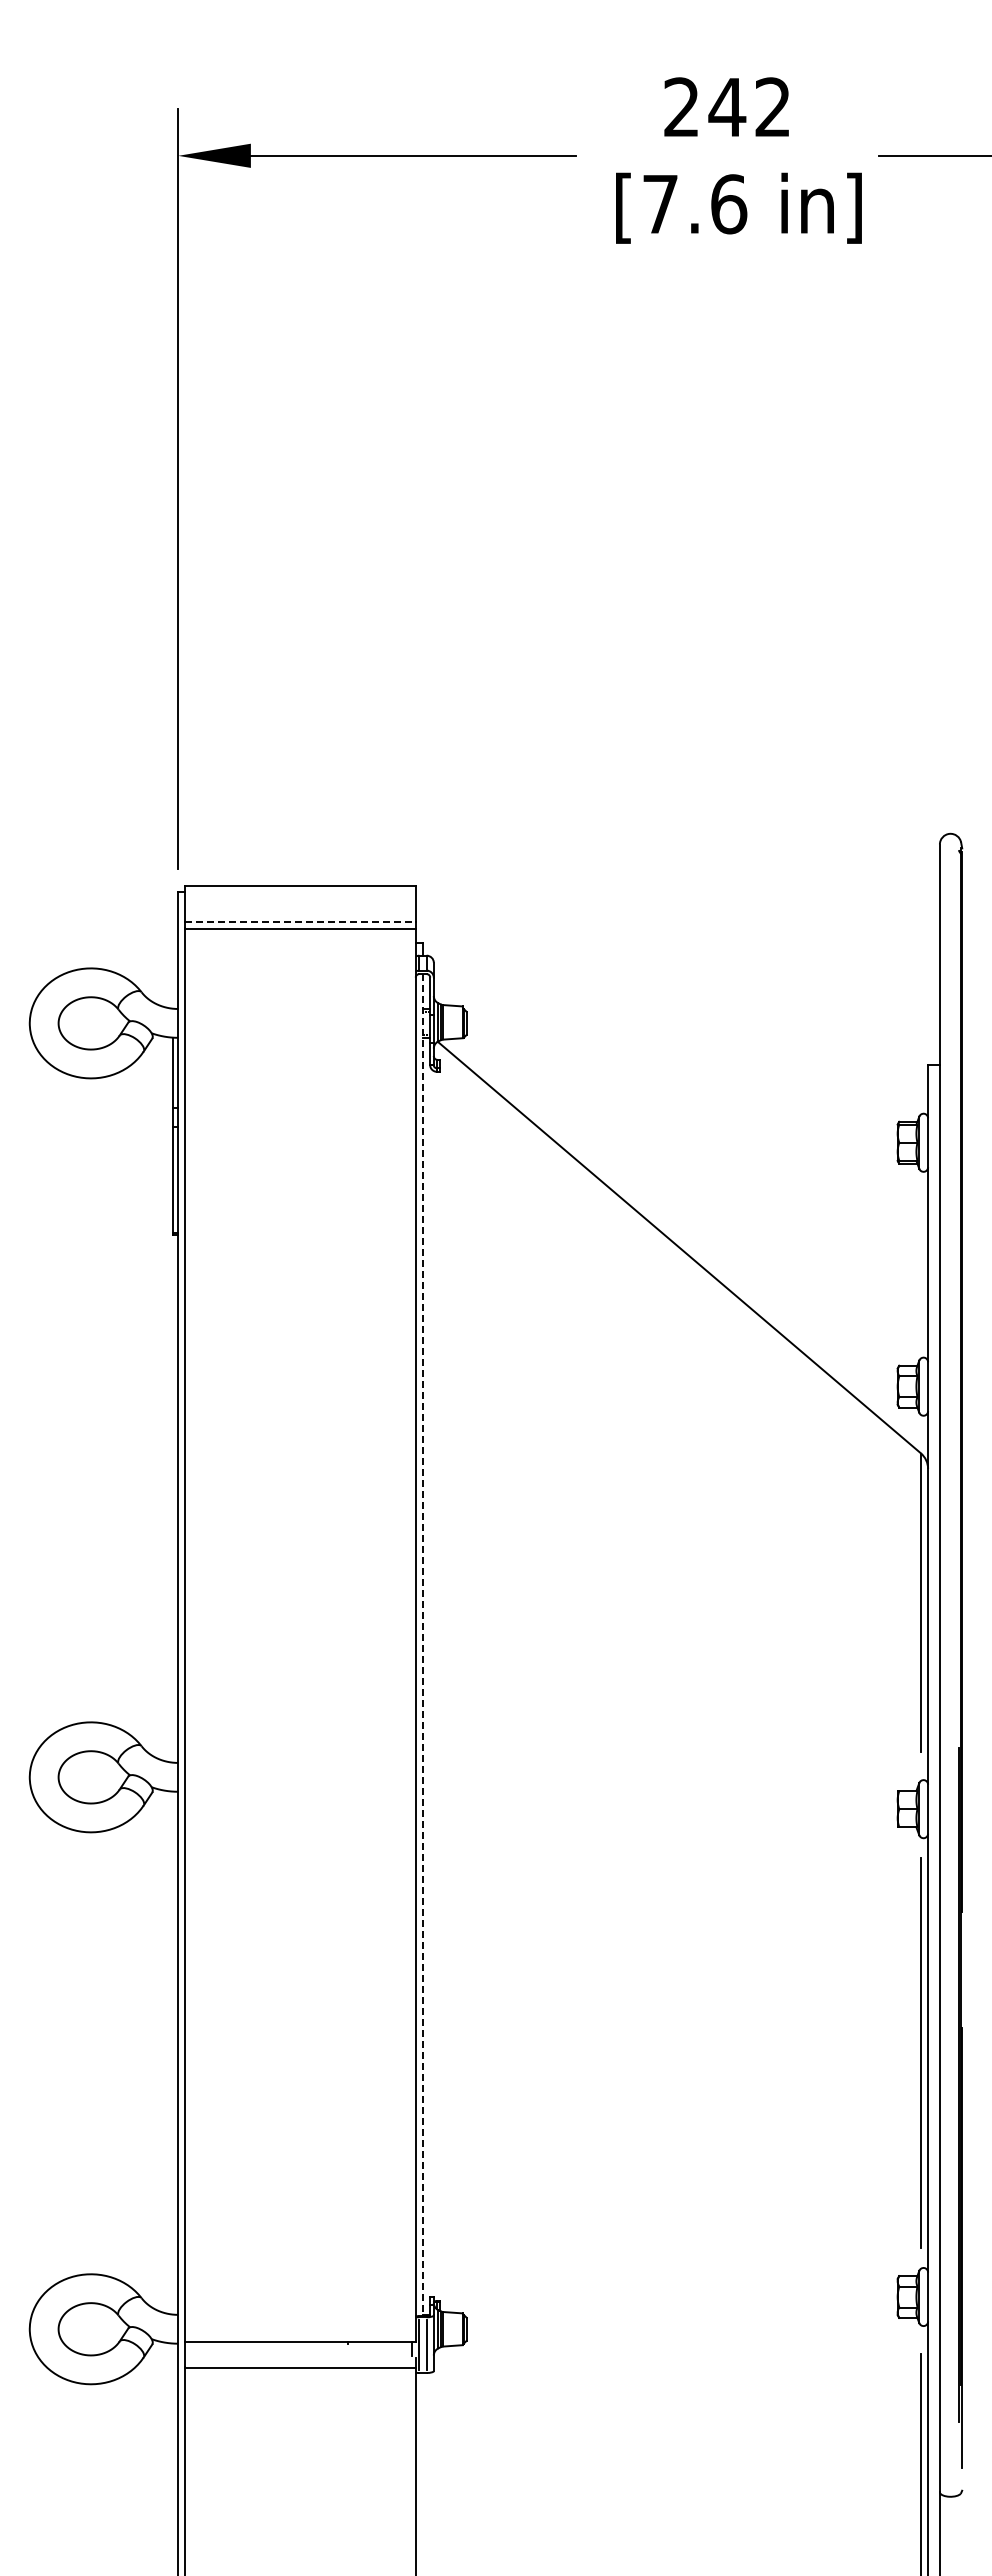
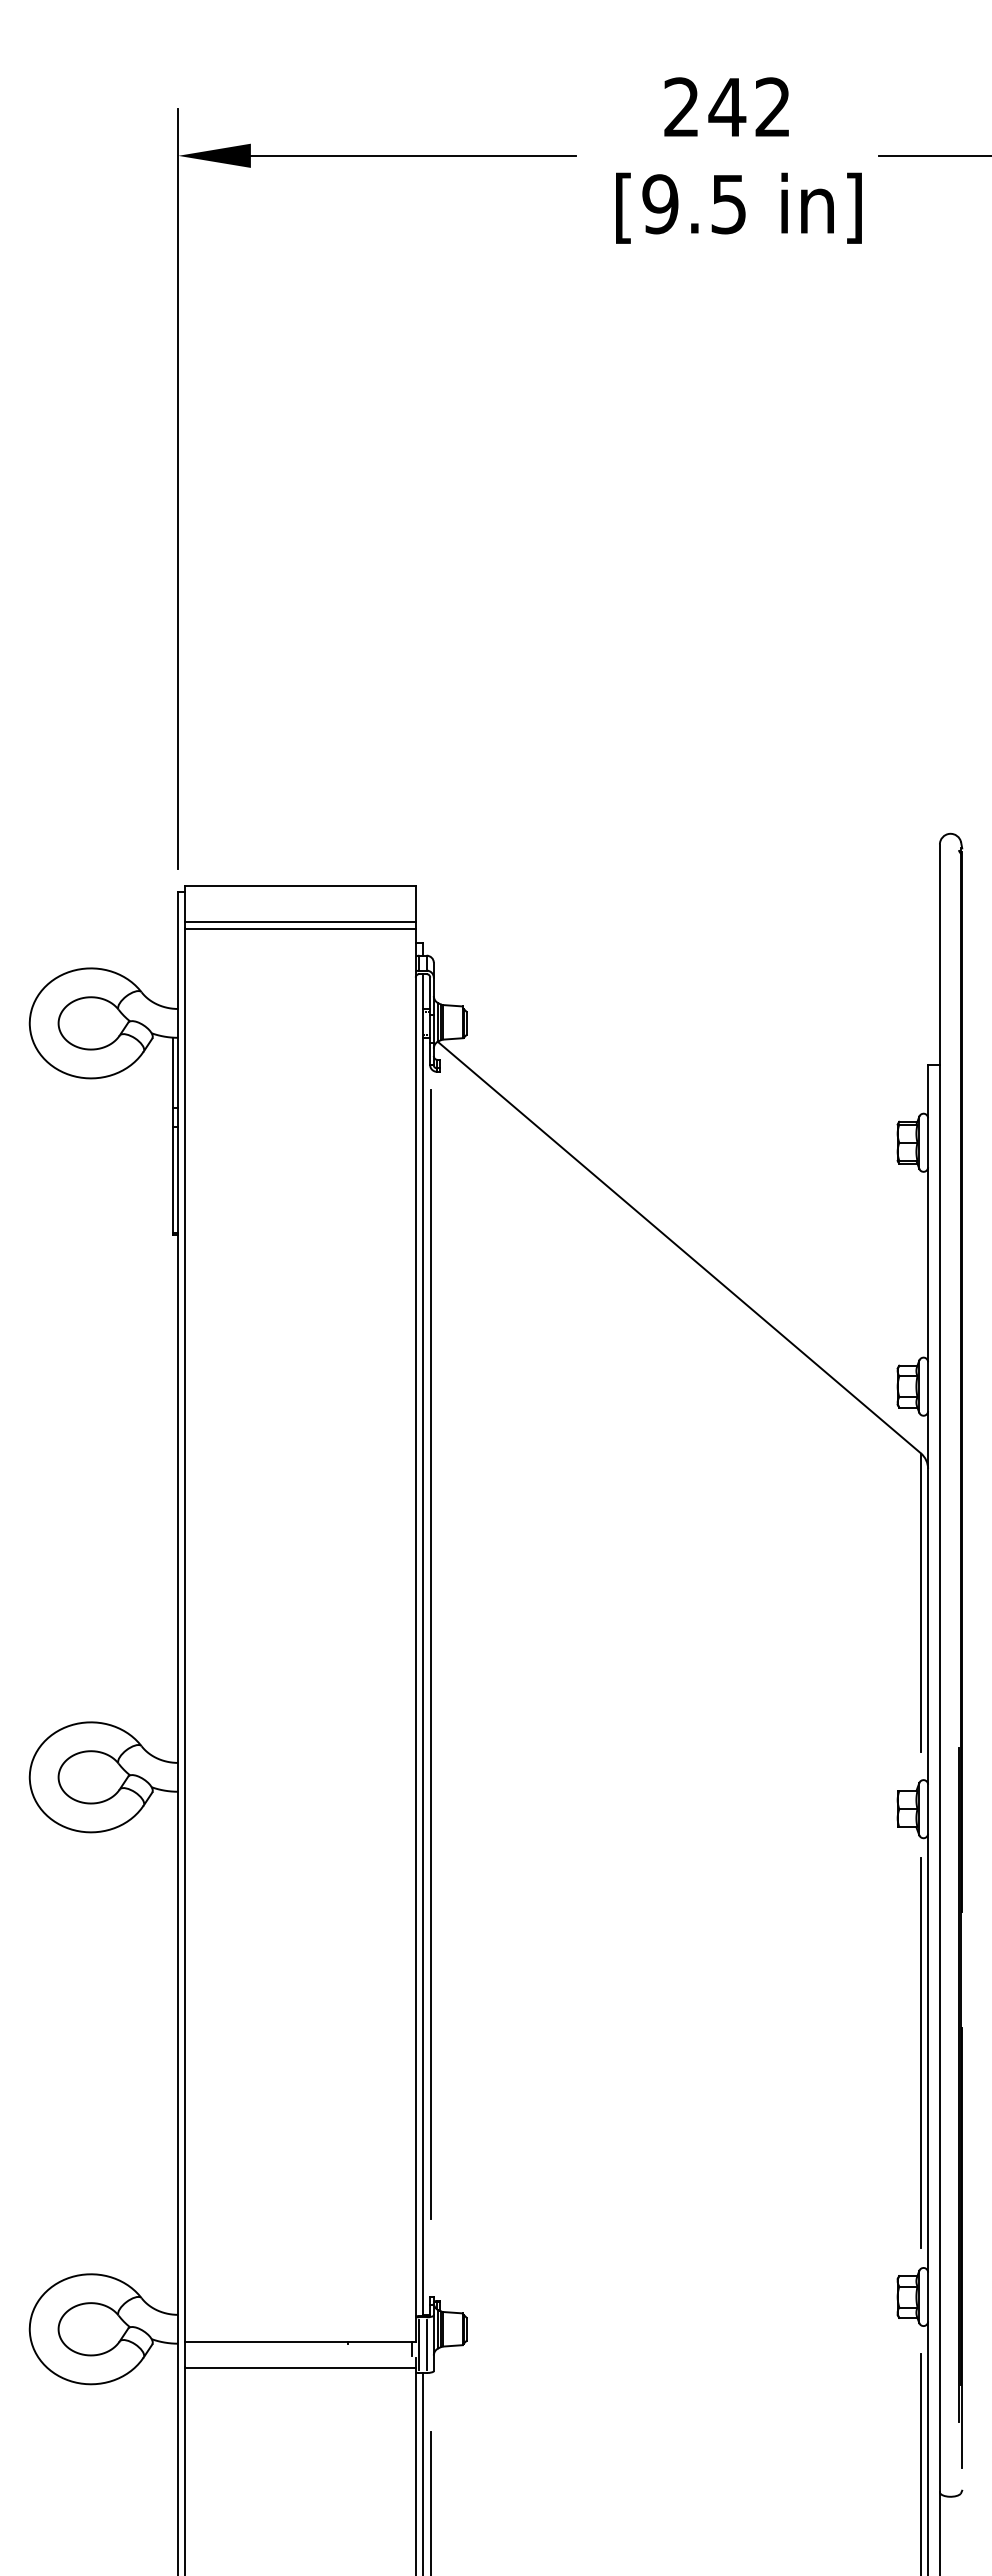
text at (694, 204): [7.6 -> [9.5
line at (300, 922): dashed -> solid
line at (422, 1645): dashed -> solid
line at (430, 1654): none -> present
line at (422, 2472): none -> present
line at (430, 2502): none -> present
